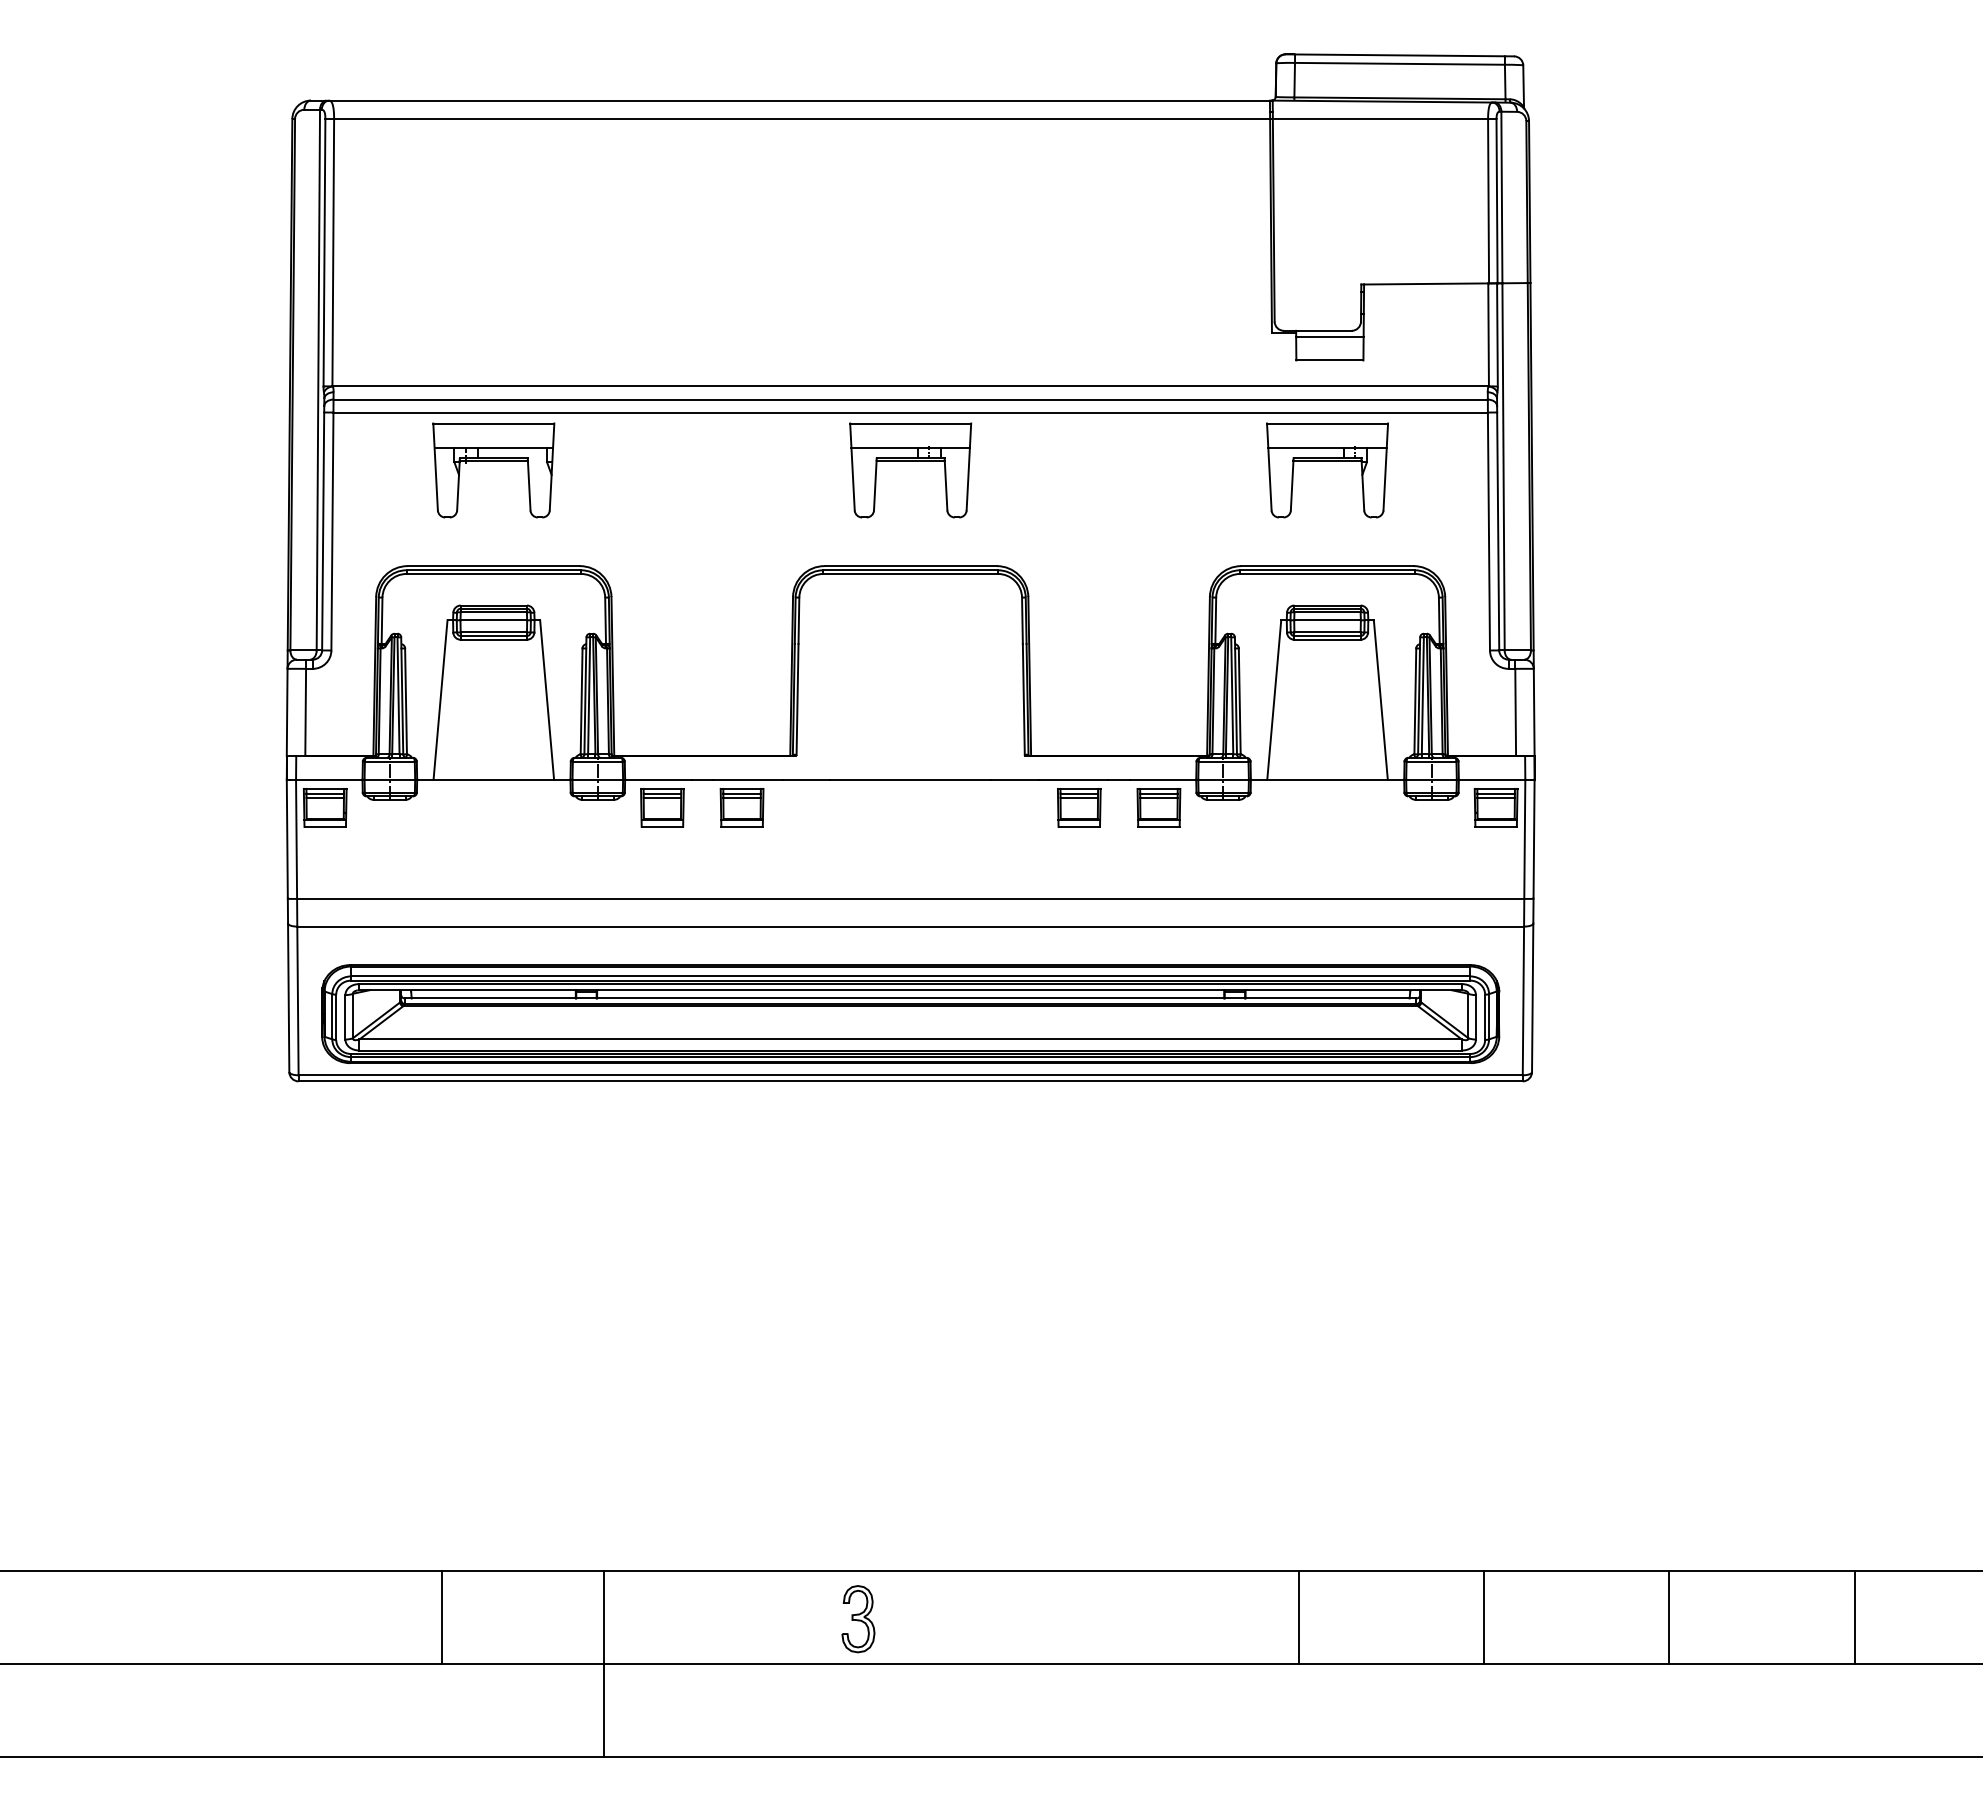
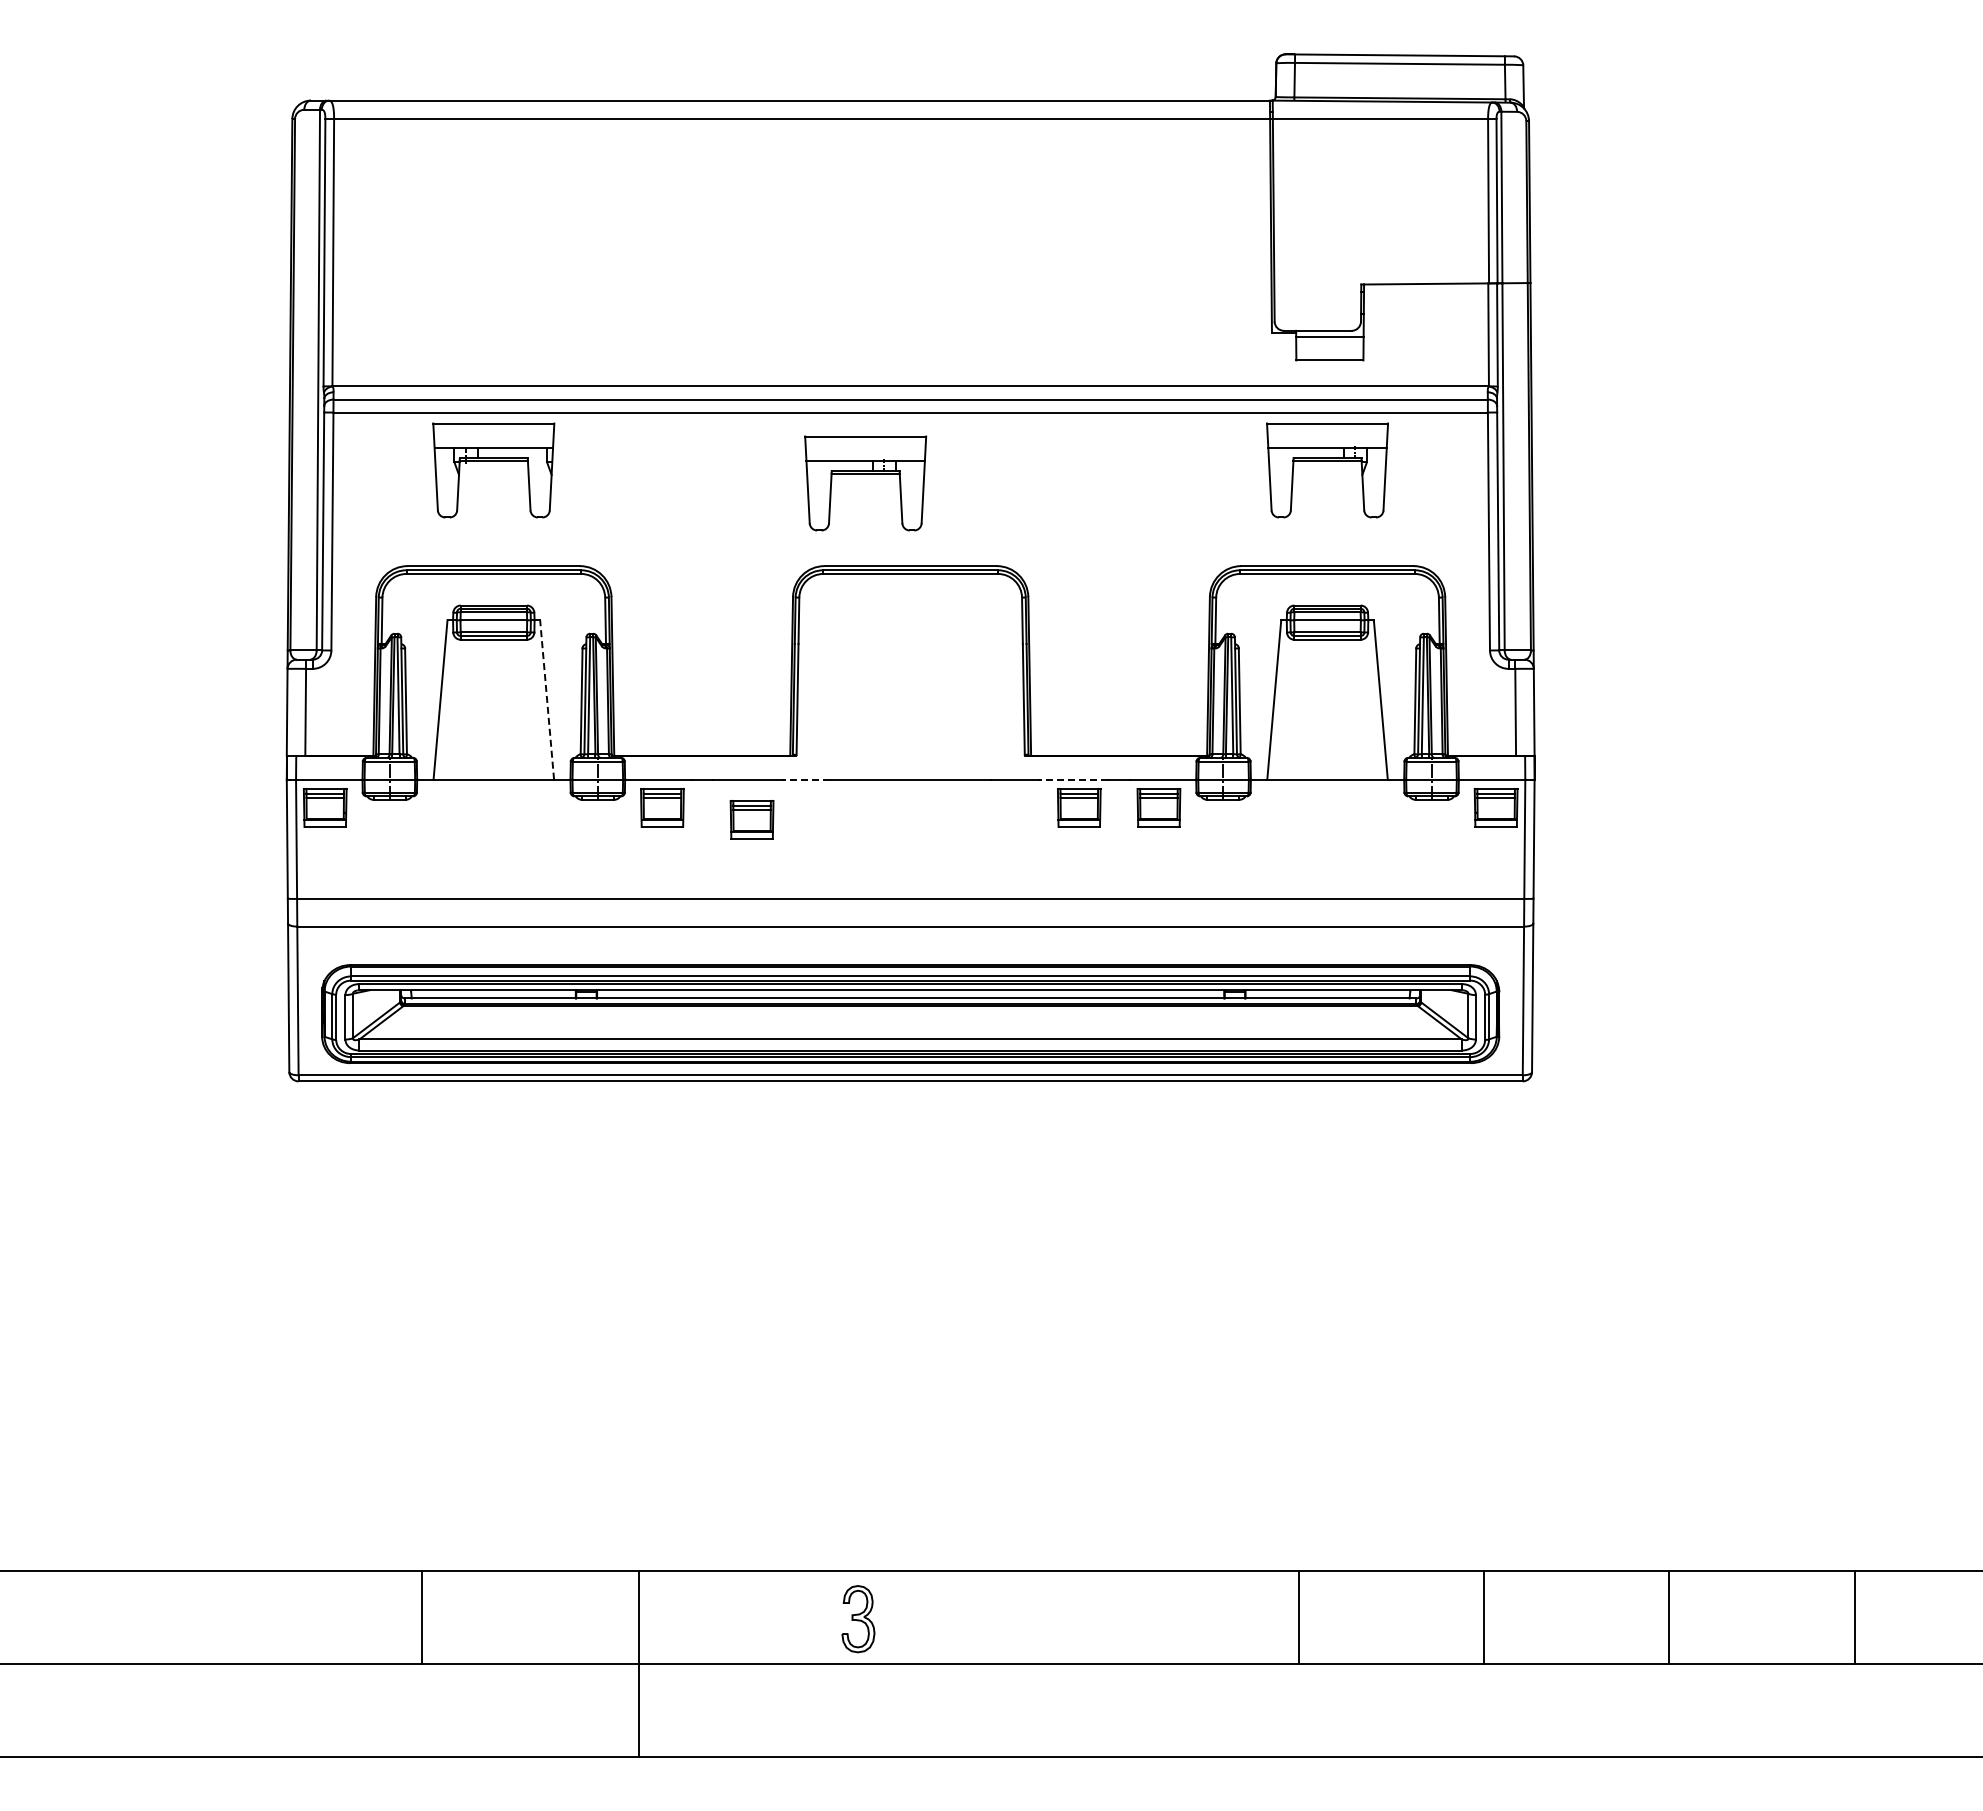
part at (910, 461) position: (910, 461) -> (865, 474)
line at (547, 699): solid -> dashed
line at (806, 779): solid -> dashed
line at (1073, 779): solid -> dashed
part at (741, 807) position: (741, 807) -> (751, 819)
line at (441, 1617) position: (441, 1617) -> (421, 1617)
line at (603, 1663) position: (603, 1663) -> (638, 1663)
